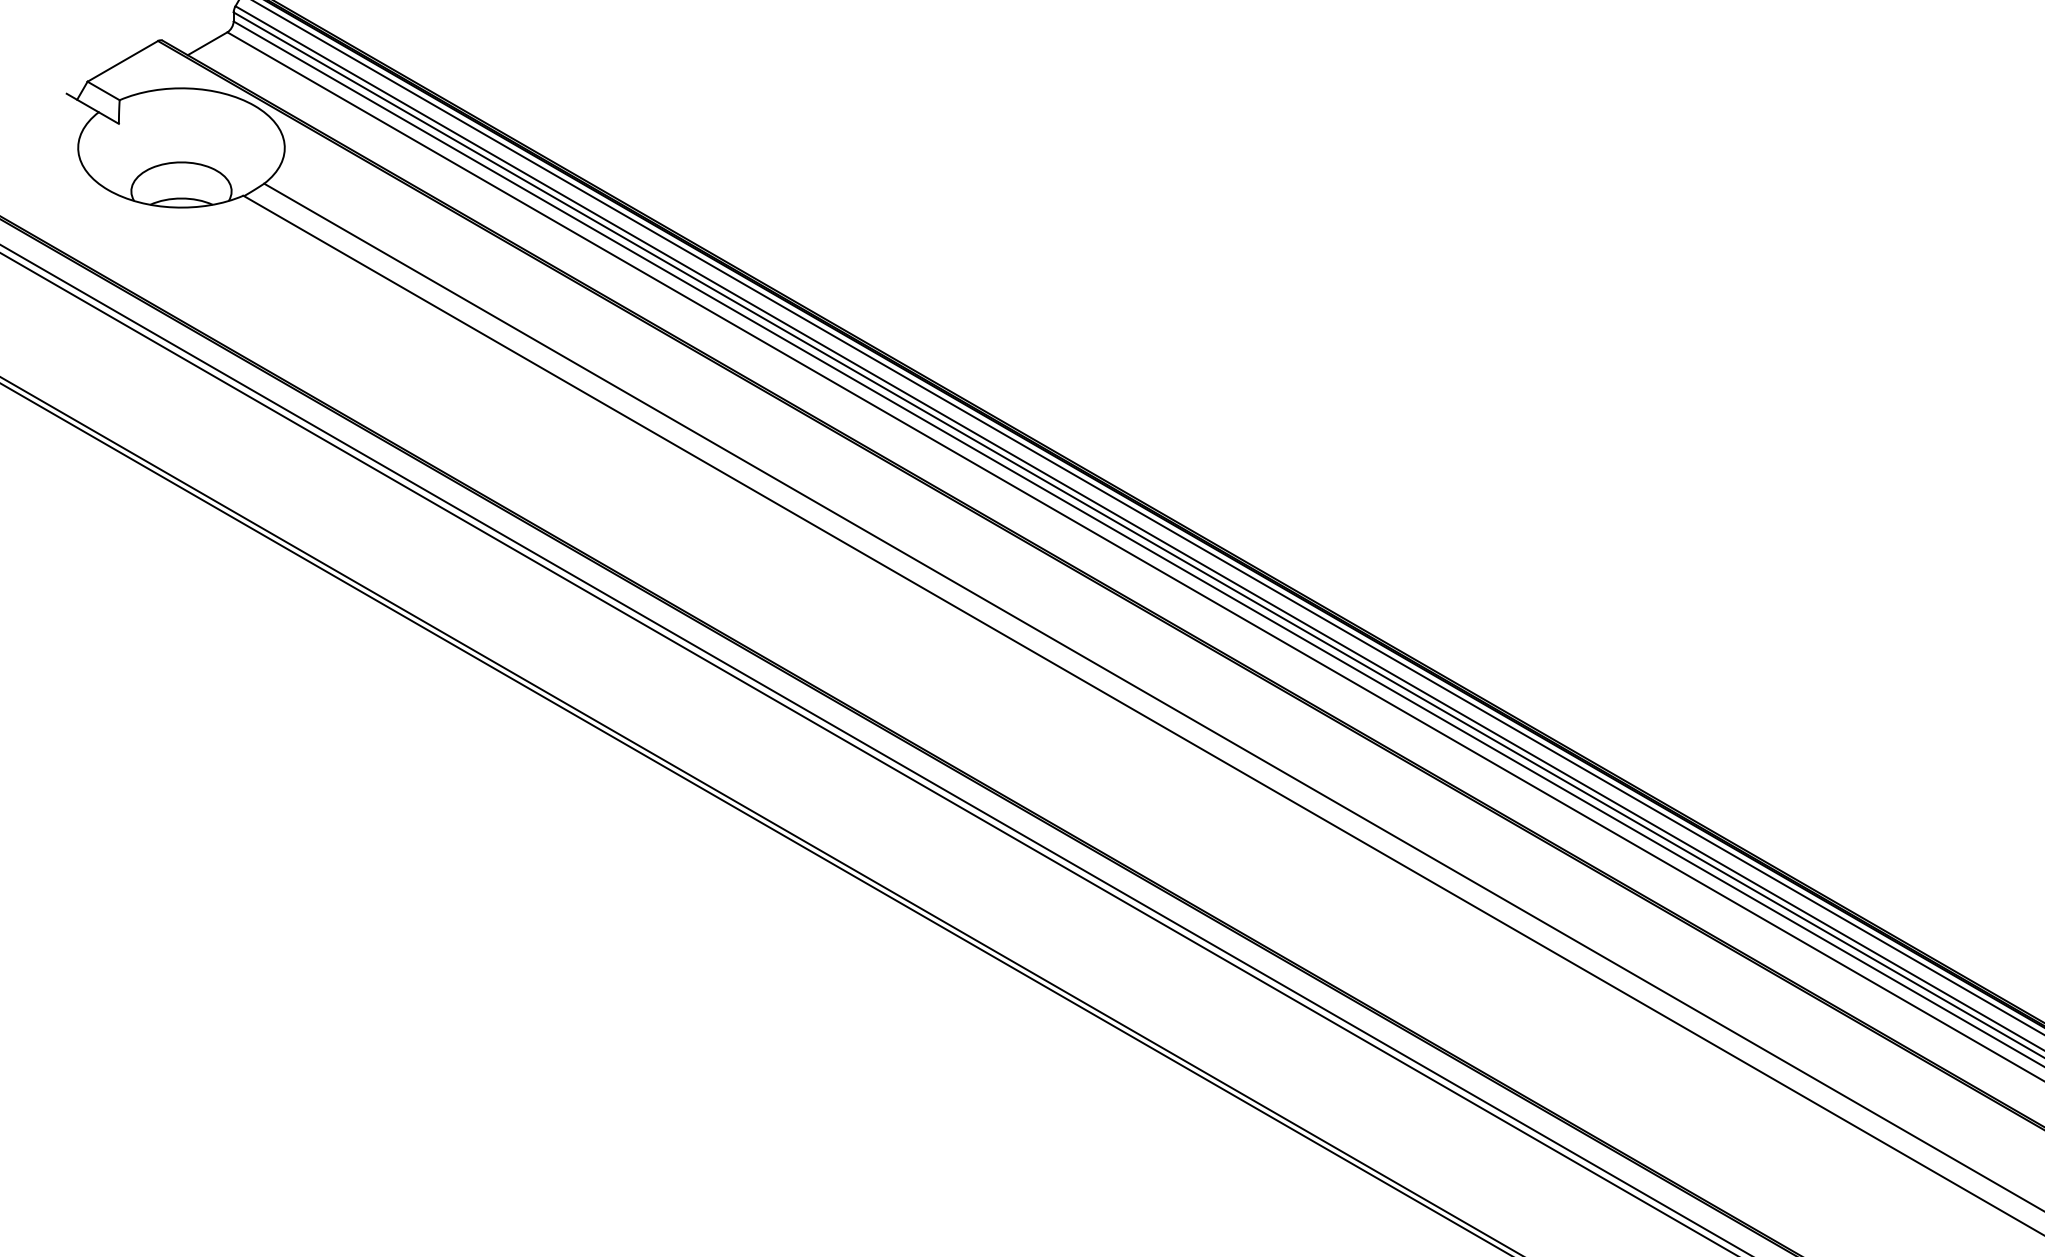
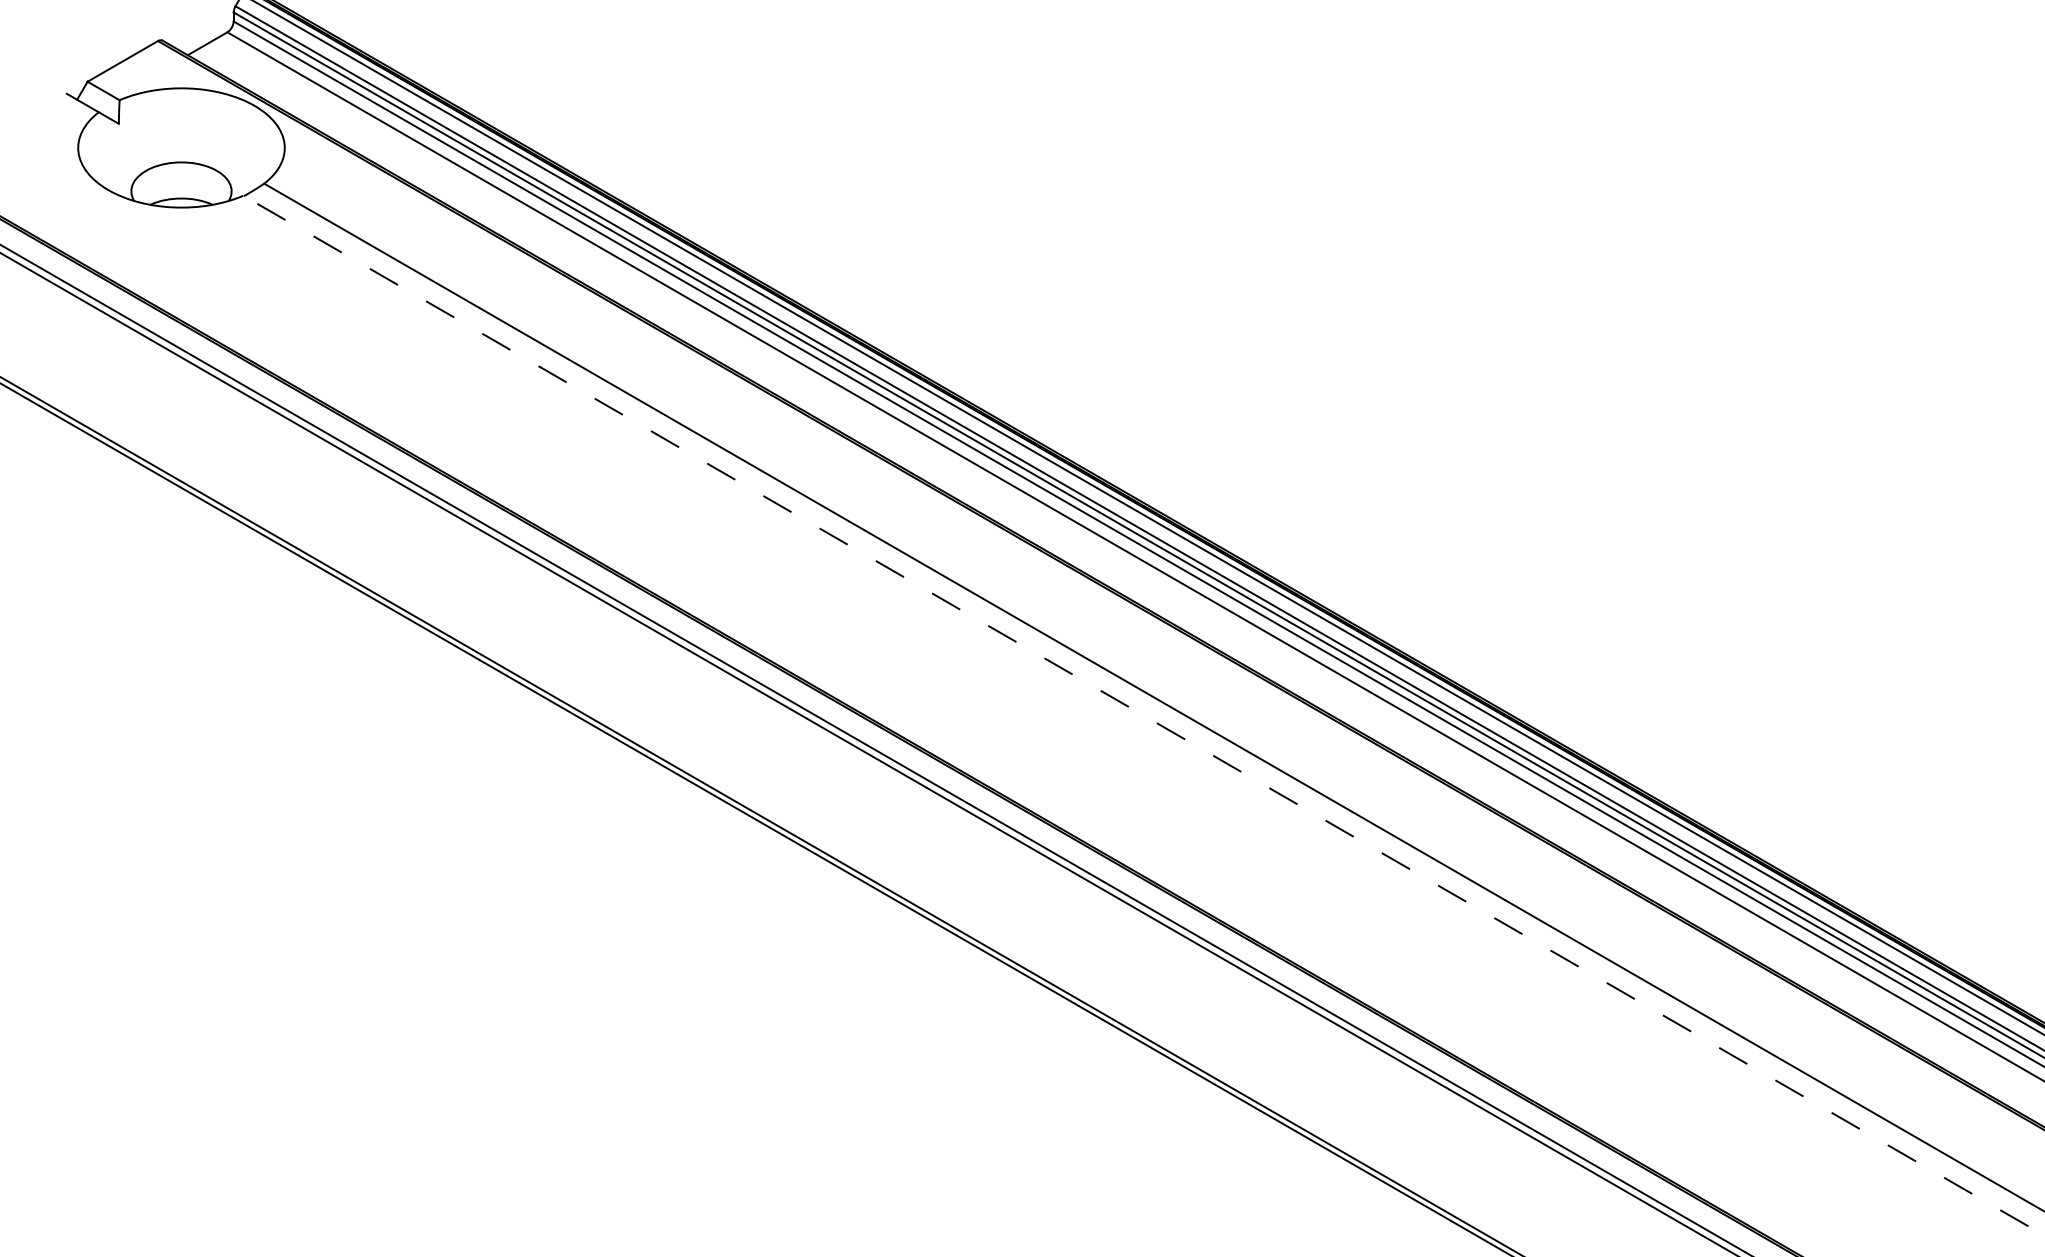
line at (1143, 715): solid -> dashed
